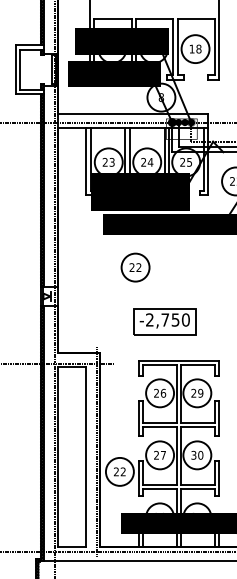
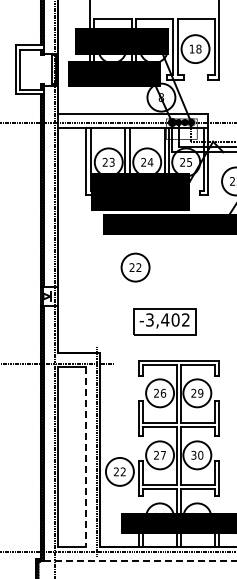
text at (167, 319): -2,750 -> -3,402
line at (86, 457): solid -> dashed
line at (140, 561): solid -> dashed
